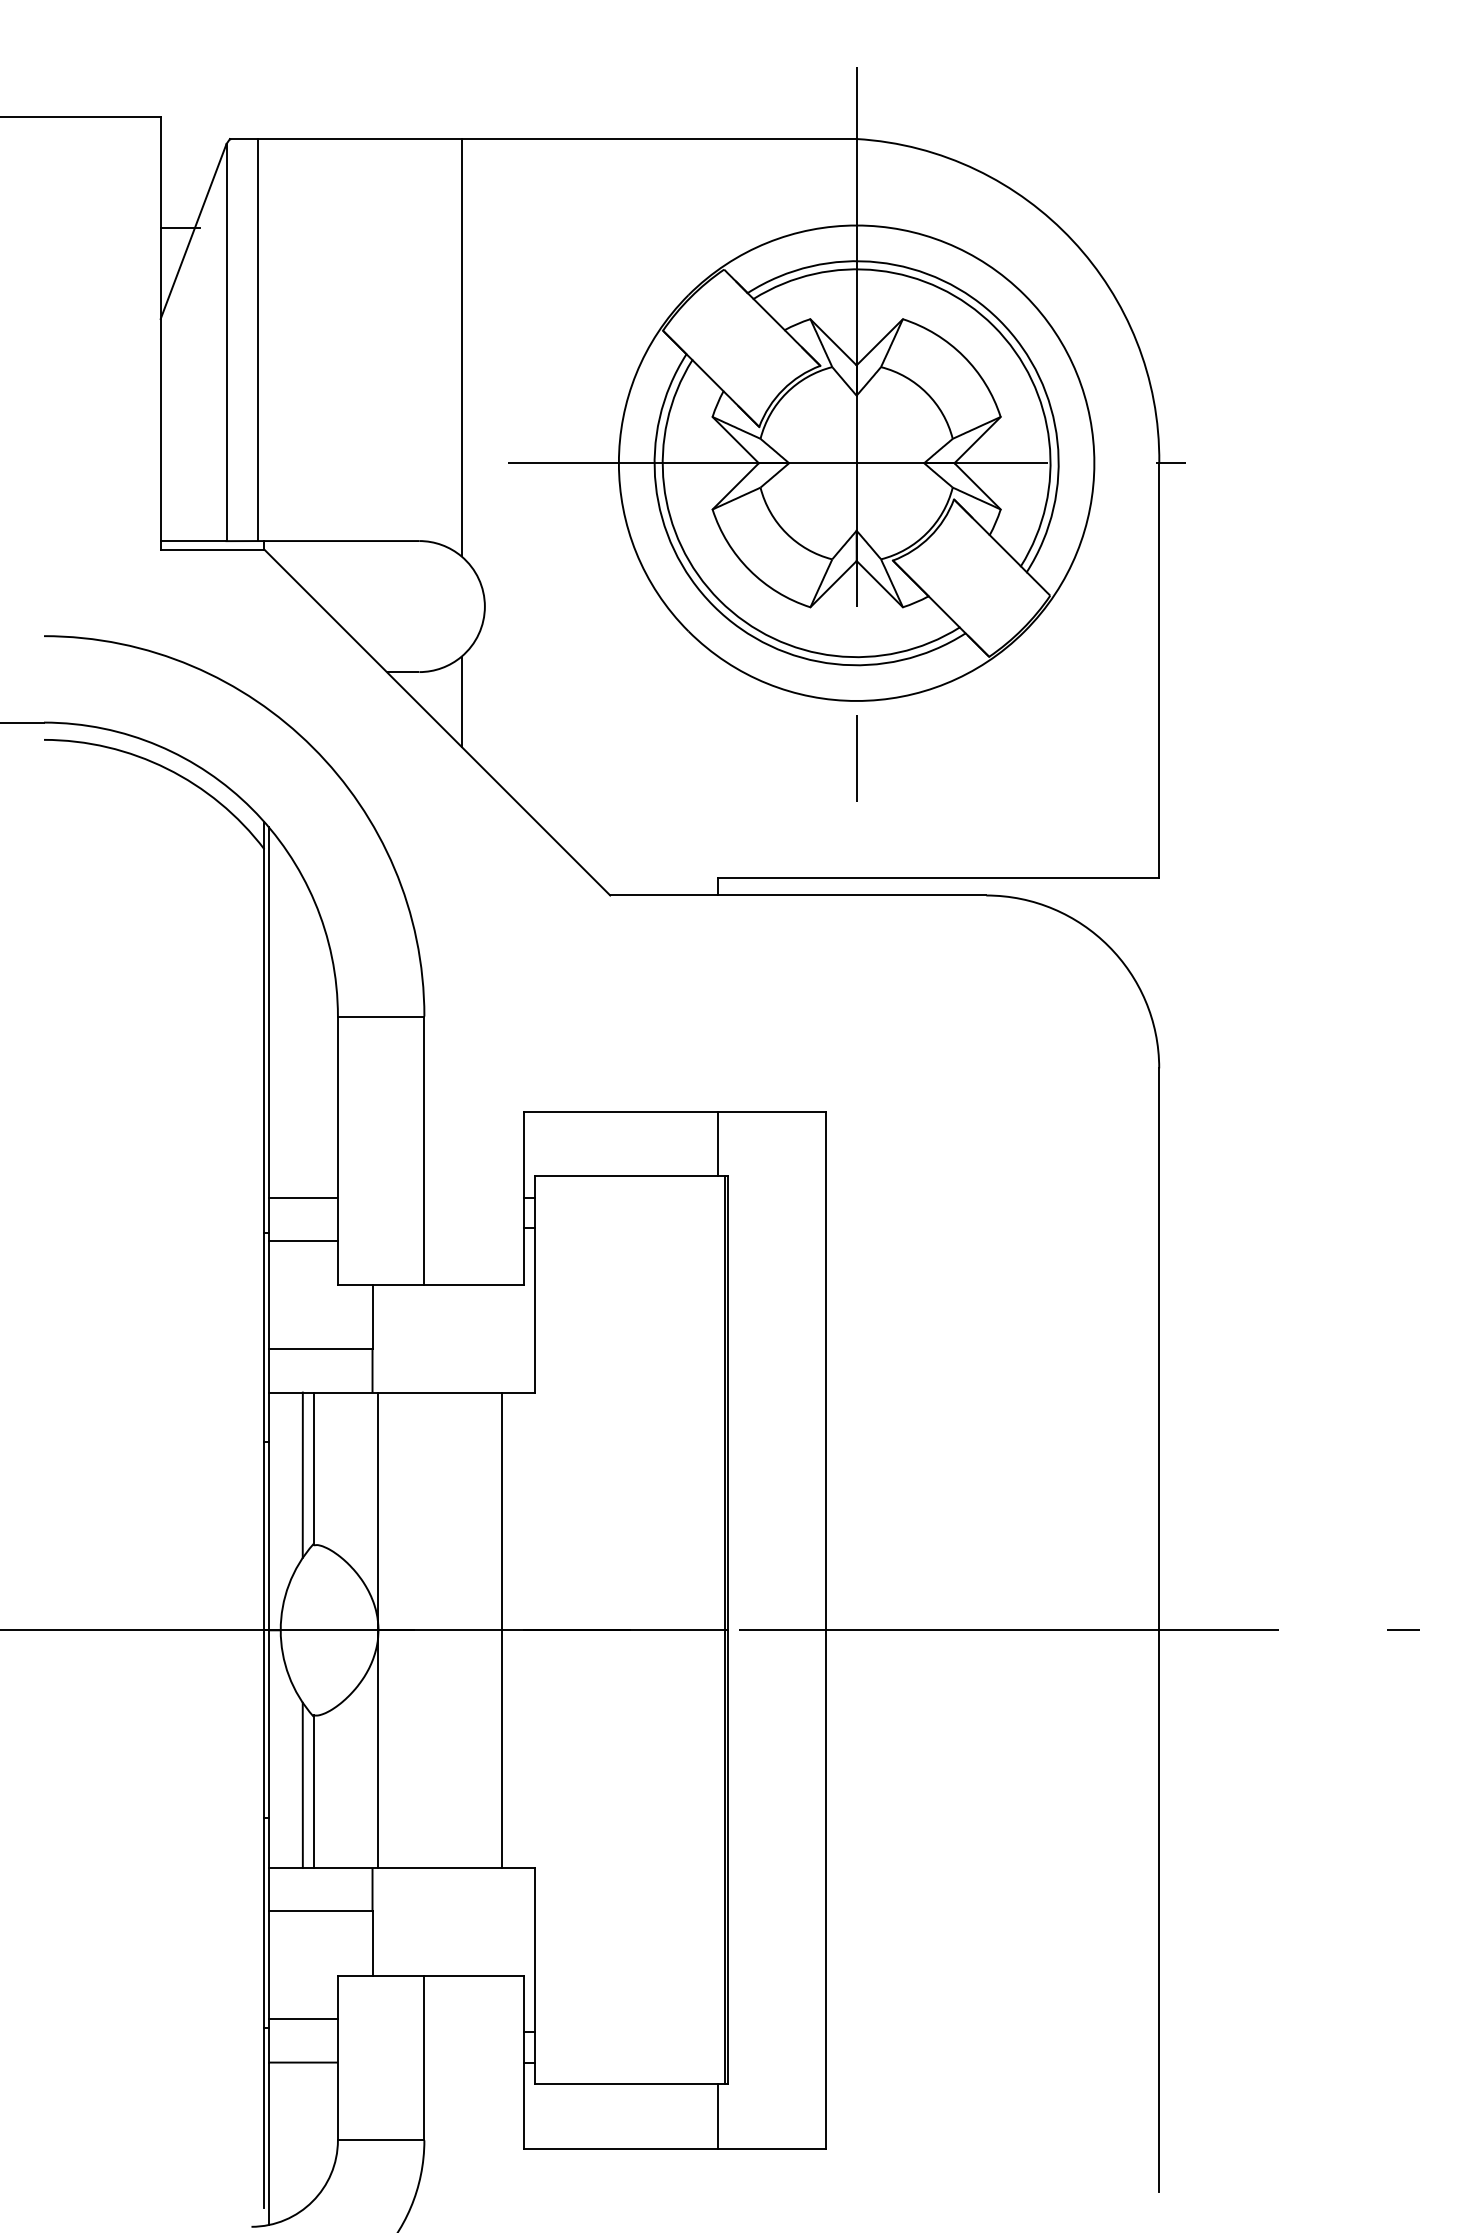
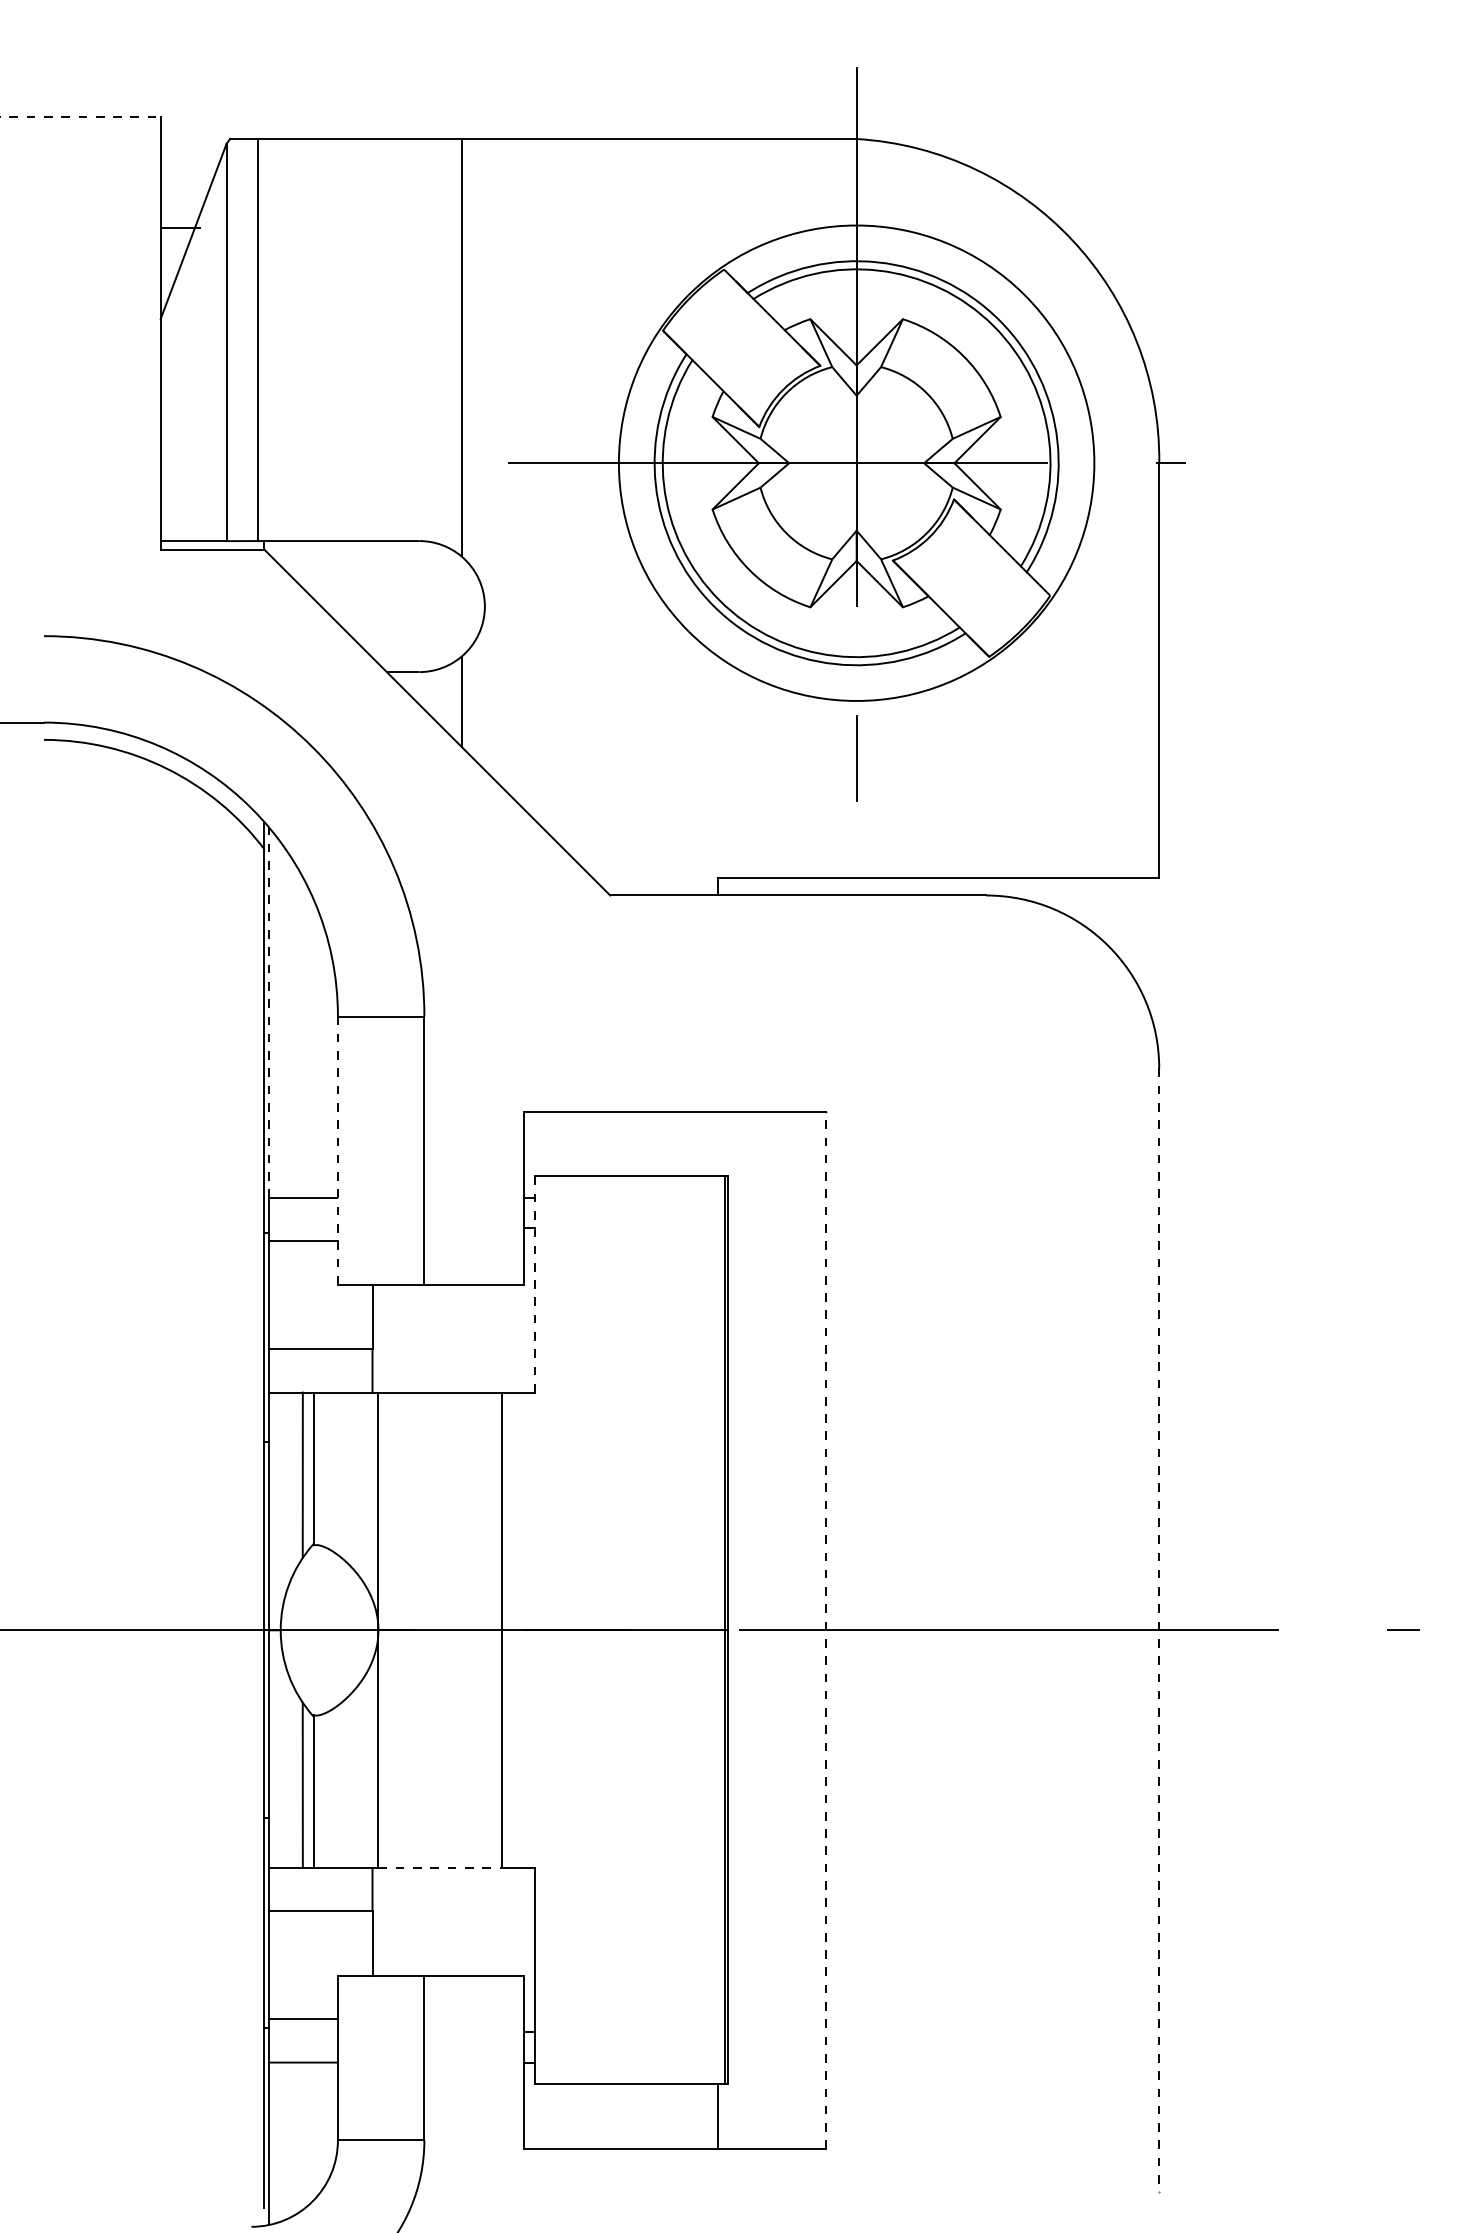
line at (81, 117): solid -> dashed
line at (268, 1012): solid -> dashed
line at (718, 1143): present -> none
line at (337, 1150): solid -> dashed
line at (534, 1284): solid -> dashed
line at (826, 1630): solid -> dashed
line at (1159, 1630): solid -> dashed
line at (440, 1868): solid -> dashed
